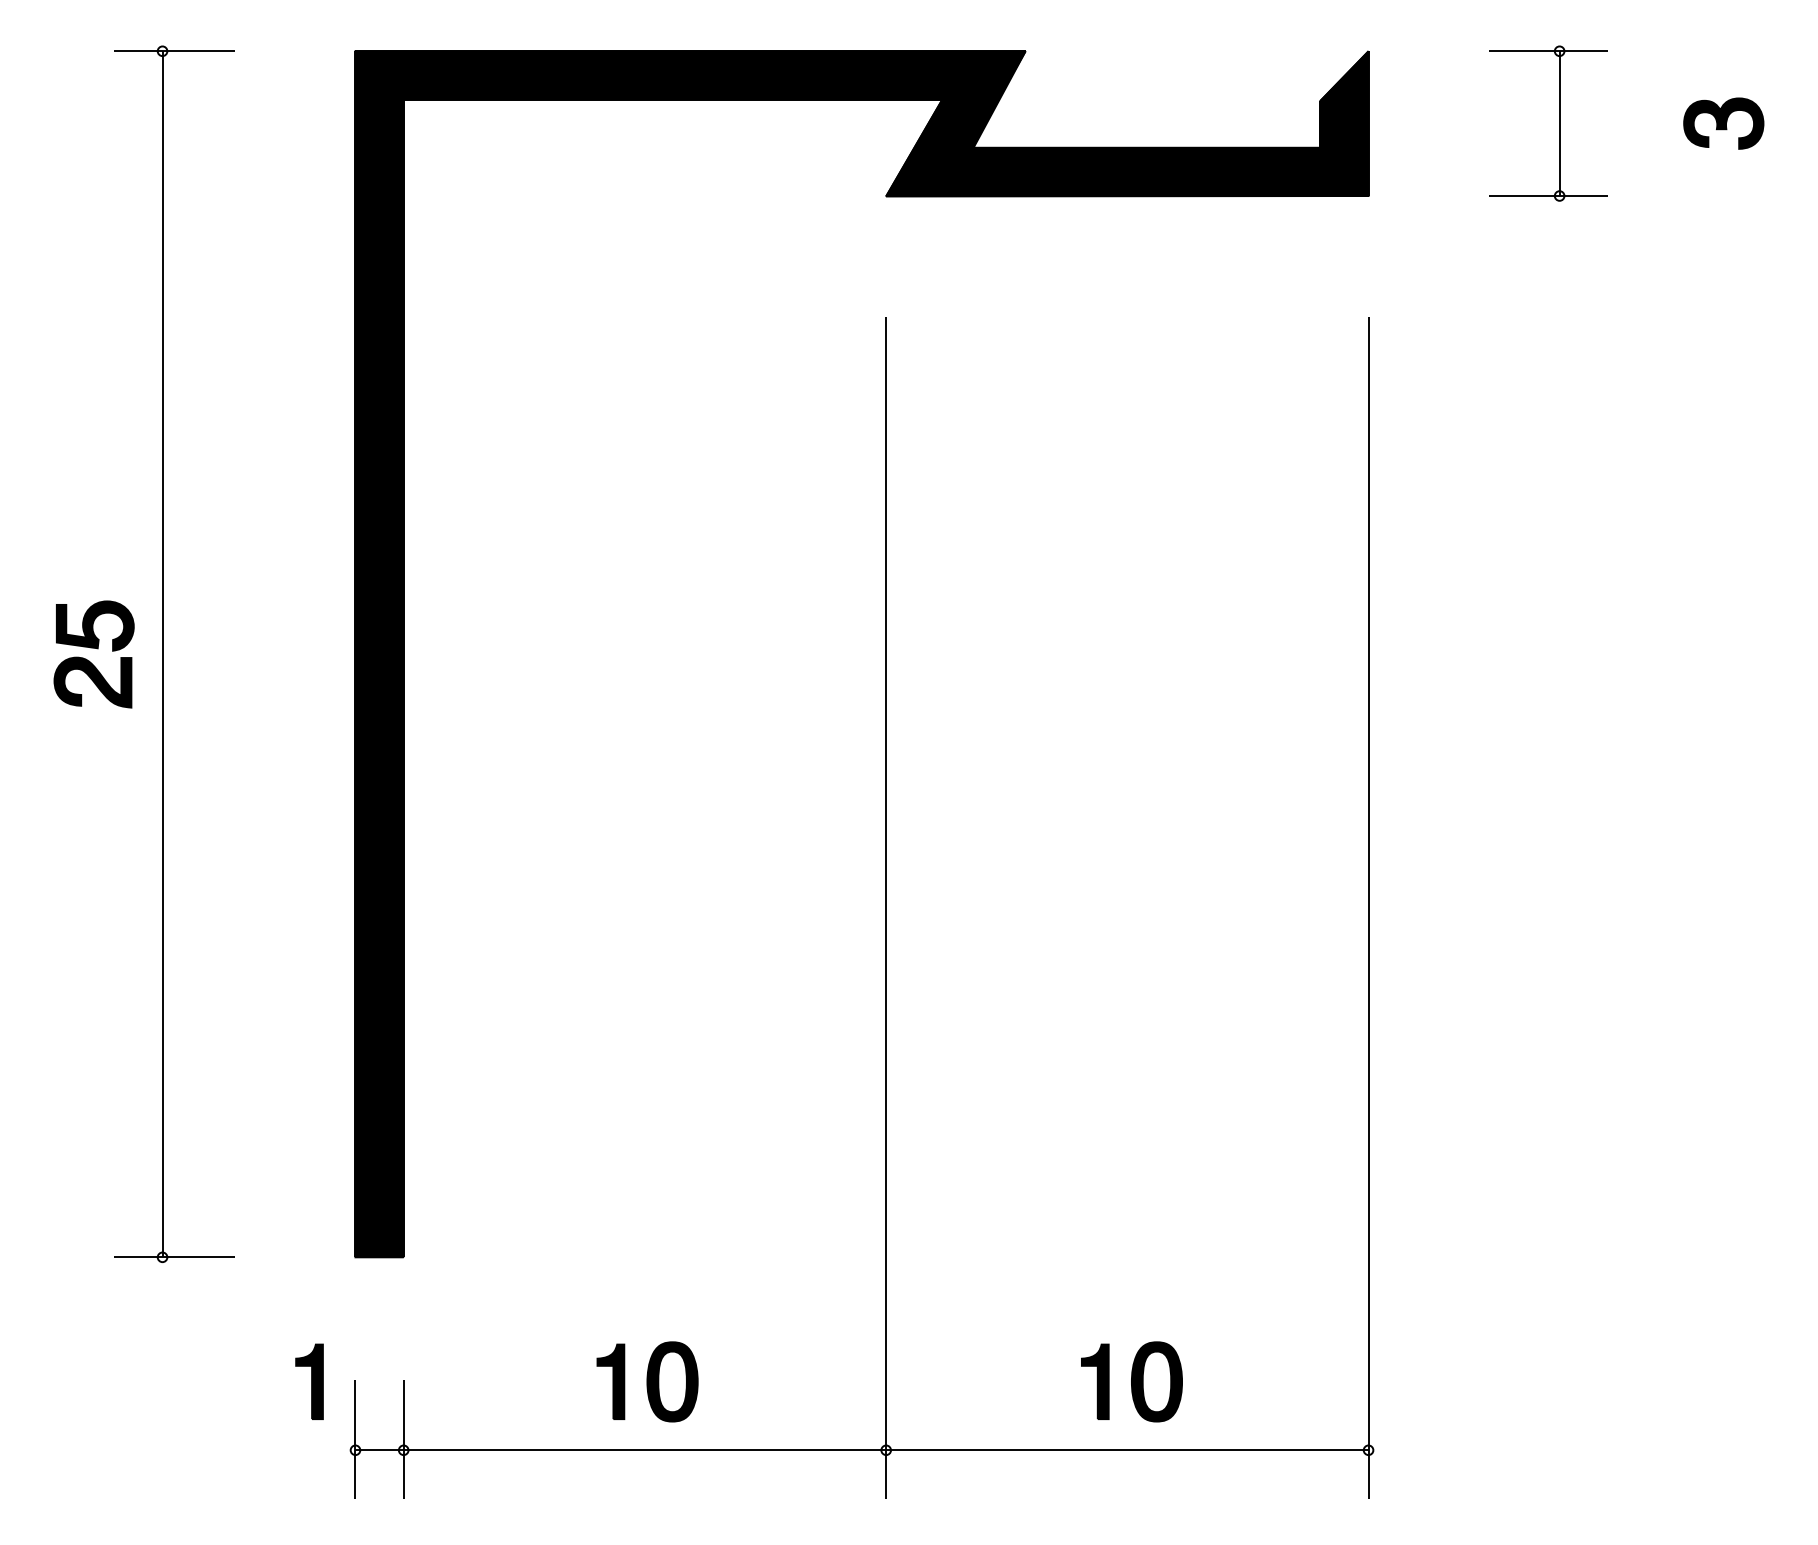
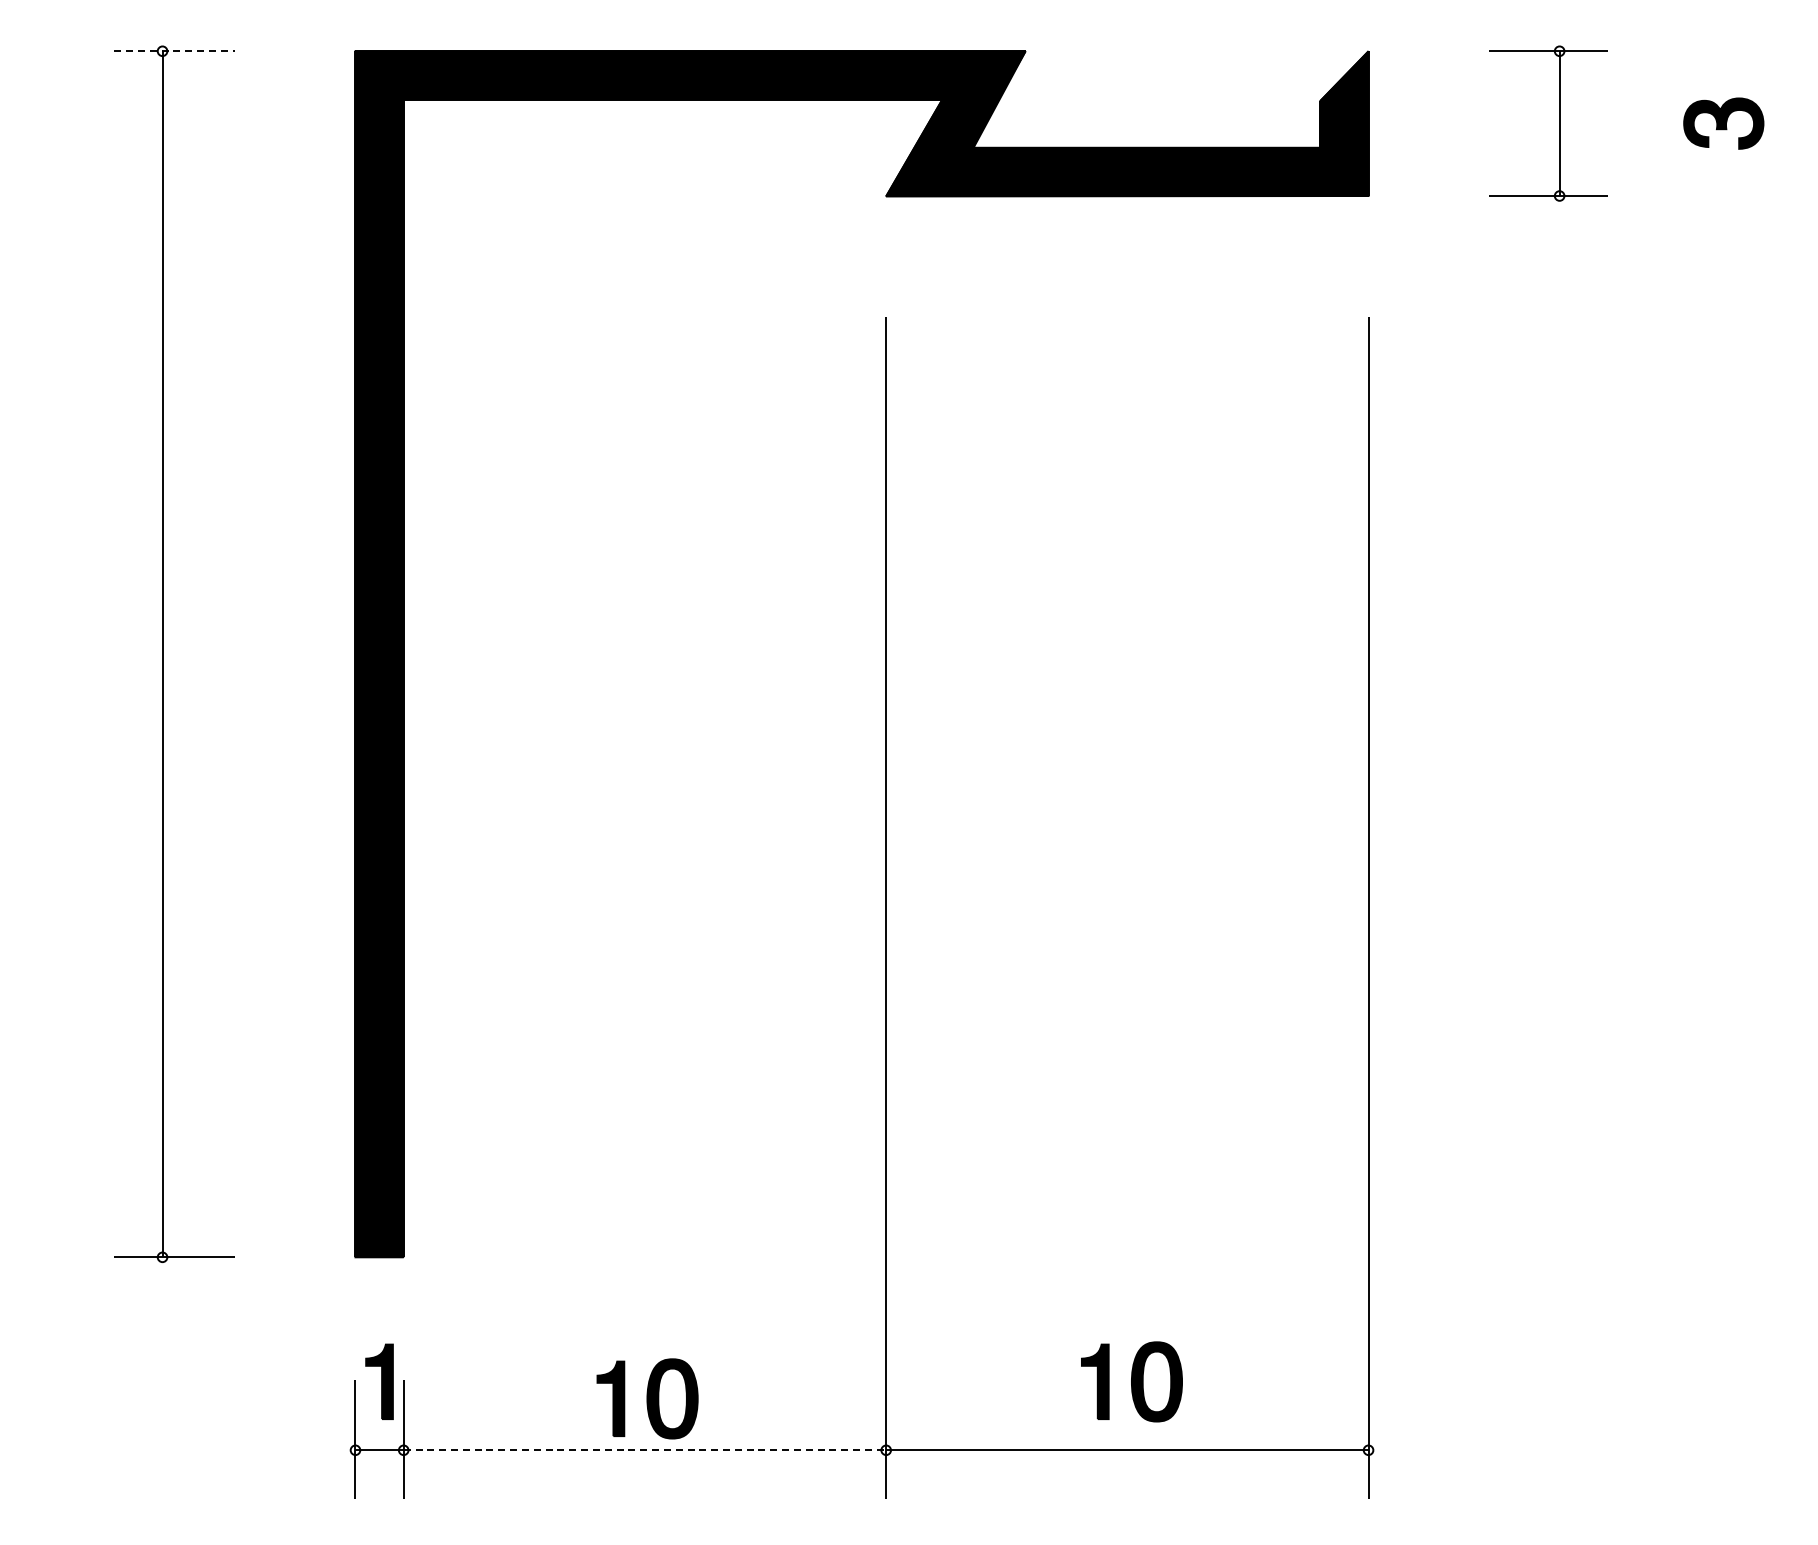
line at (175, 51): solid -> dashed
part at (93, 654): present -> none
part at (309, 1381) position: (309, 1381) -> (379, 1381)
part at (647, 1381) position: (647, 1381) -> (647, 1398)
line at (645, 1450): solid -> dashed
